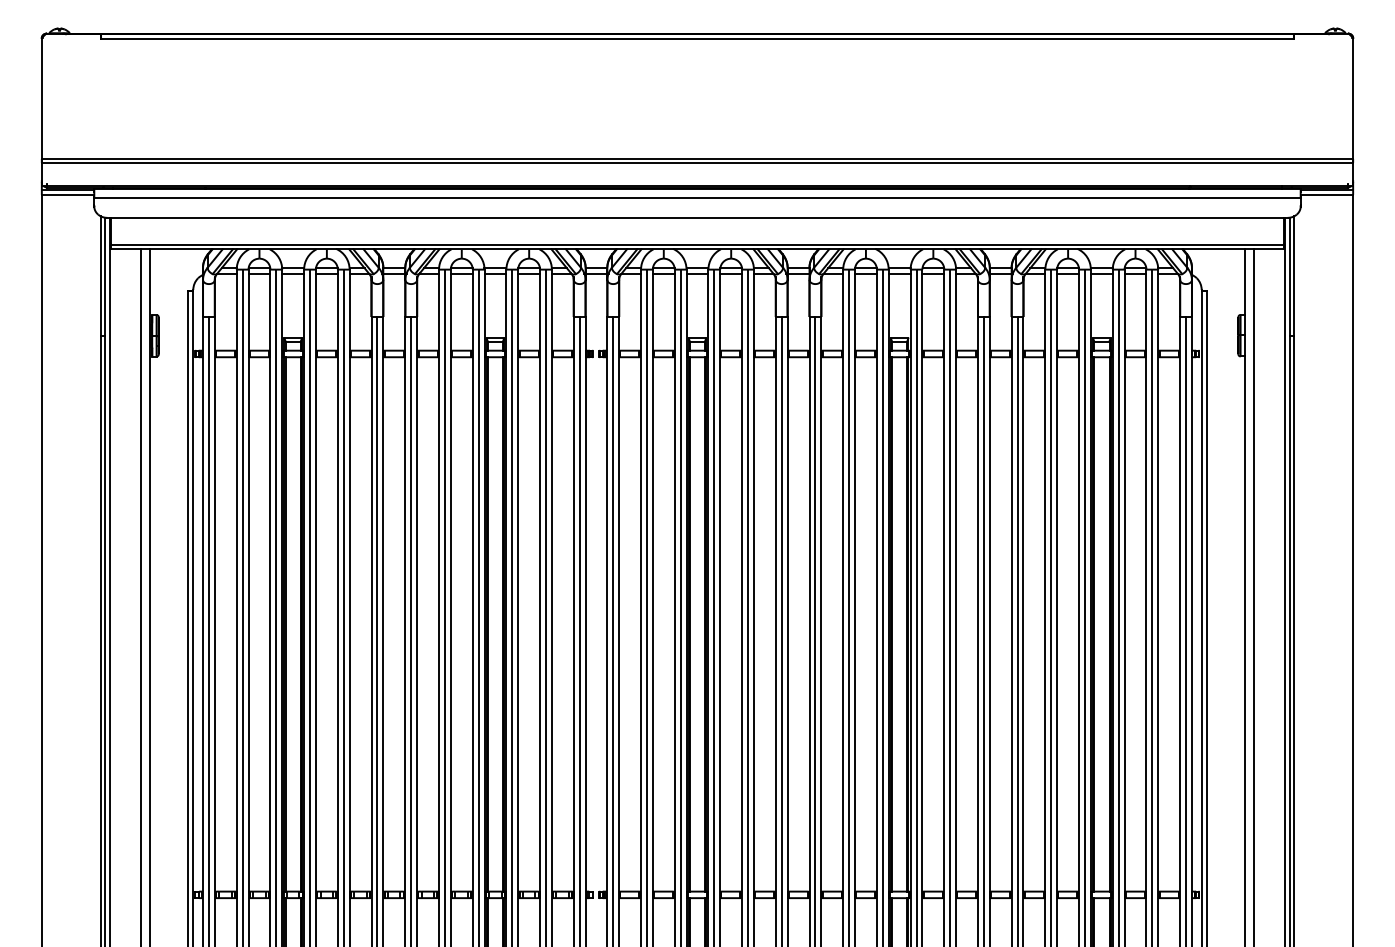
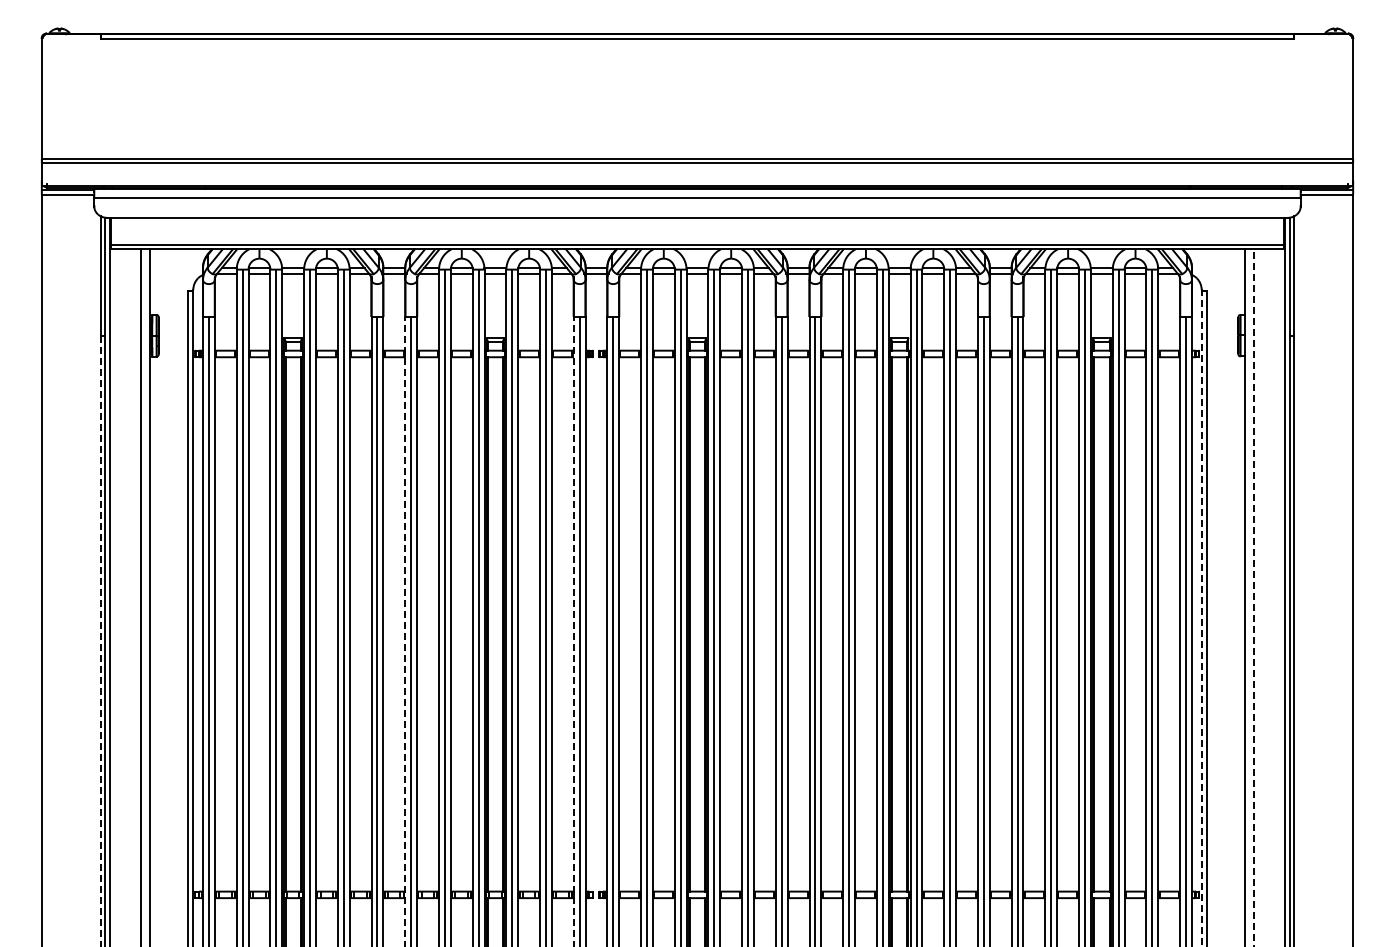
line at (1254, 598): solid -> dashed
line at (1201, 618): solid -> dashed
line at (405, 631): solid -> dashed
line at (573, 631): solid -> dashed
line at (100, 641): solid -> dashed
